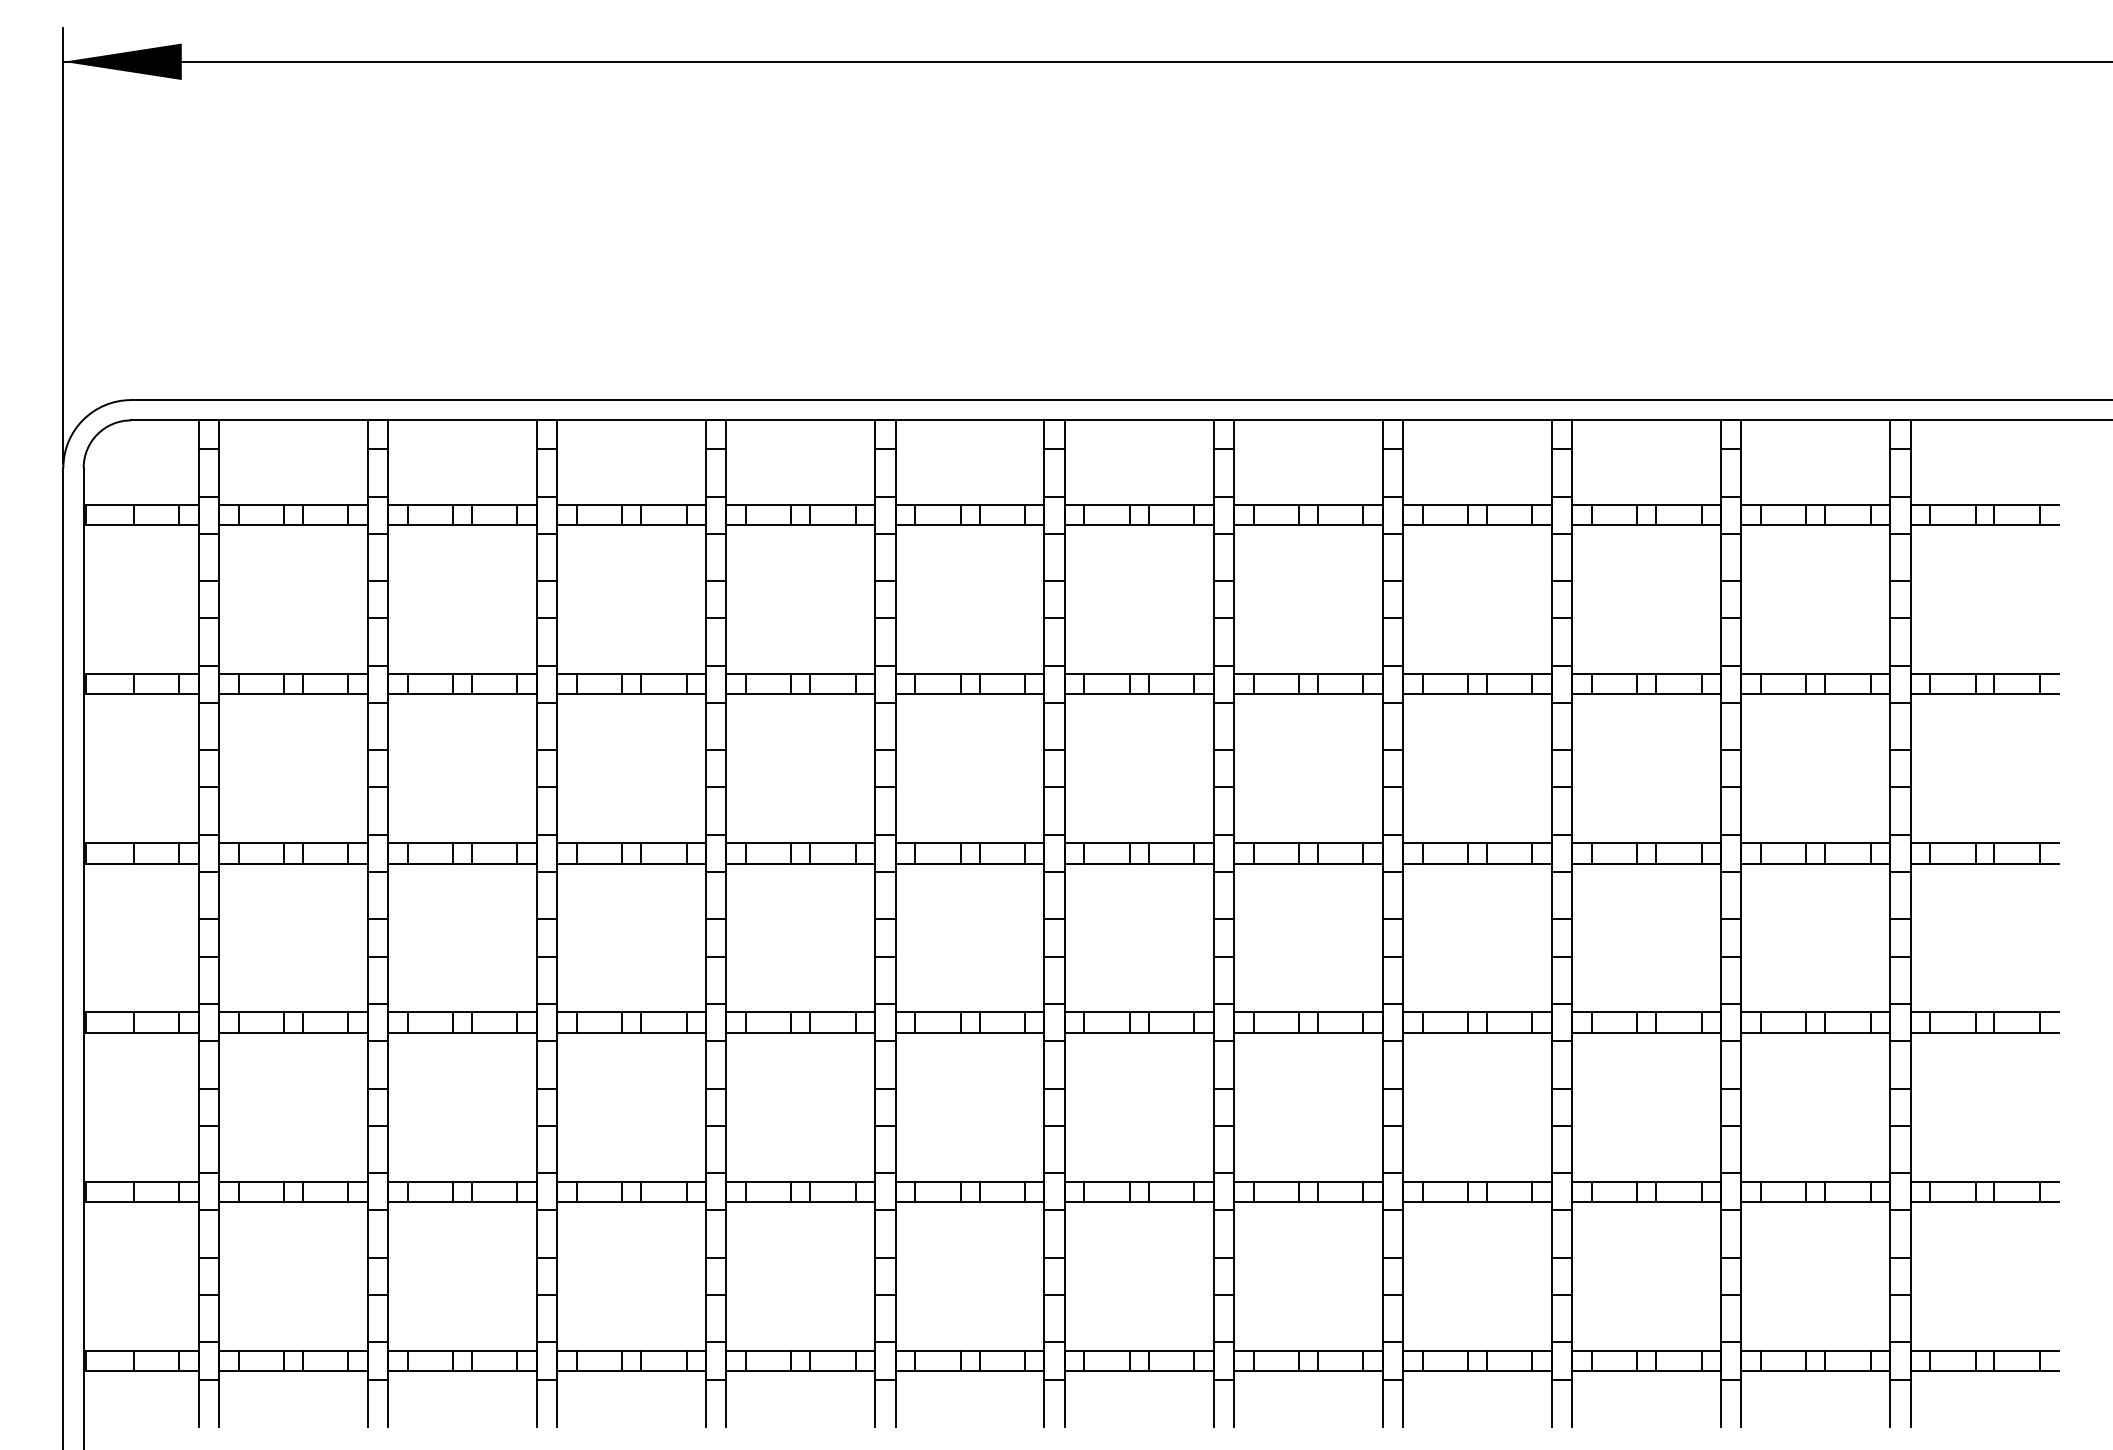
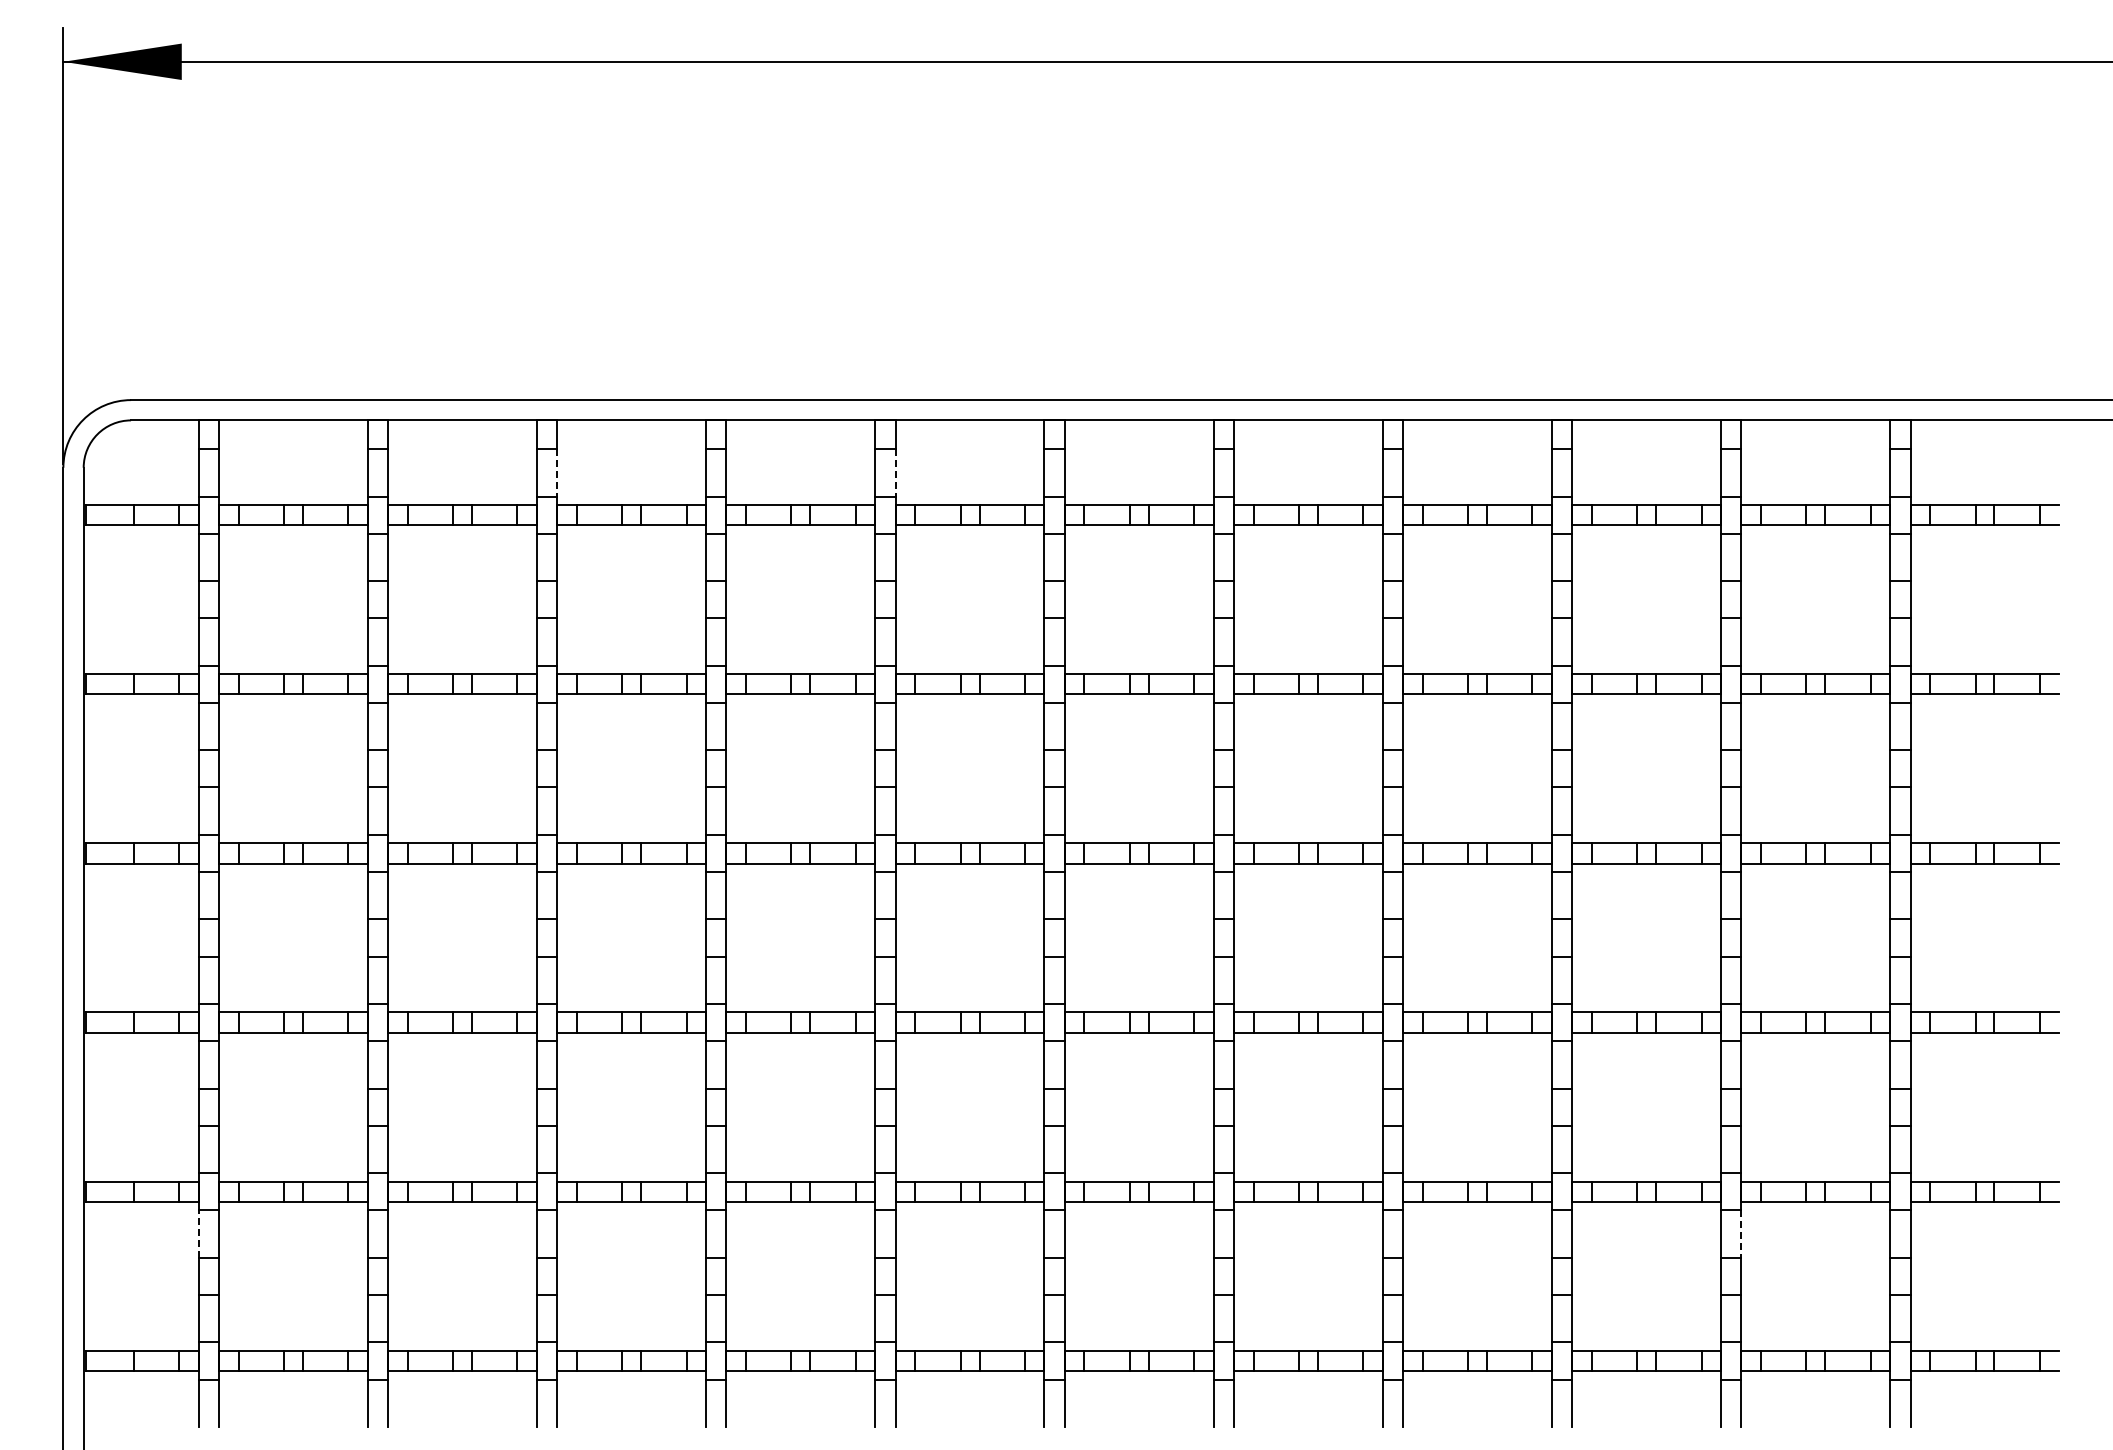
line at (557, 472): solid -> dashed
line at (895, 472): solid -> dashed
line at (198, 1234): solid -> dashed
line at (1741, 1234): solid -> dashed
